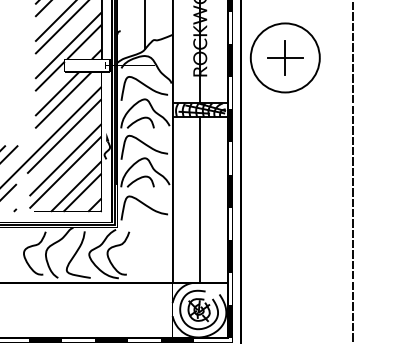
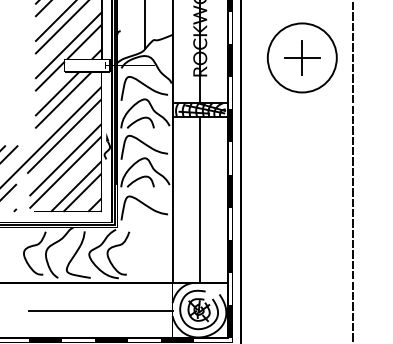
part at (284, 57) position: (284, 57) -> (301, 57)
line at (100, 310): none -> present
